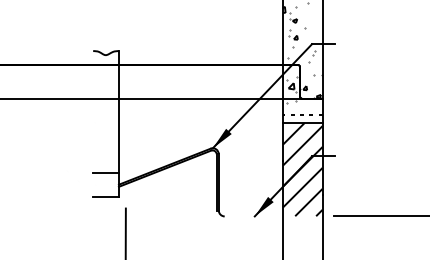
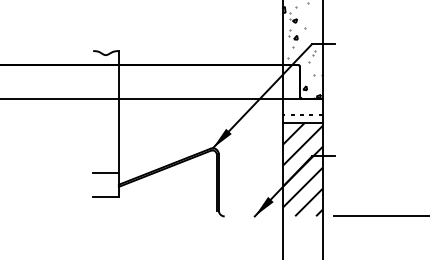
hatch at (302, 89): present -> none
line at (125, 232): present -> none
